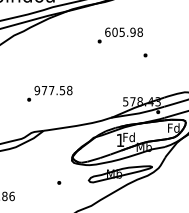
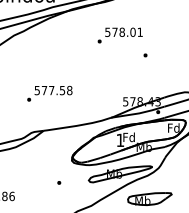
text at (123, 31): 605.98 -> 578.01
text at (37, 89): 977.58 -> 577.58
part at (149, 198): none -> present
